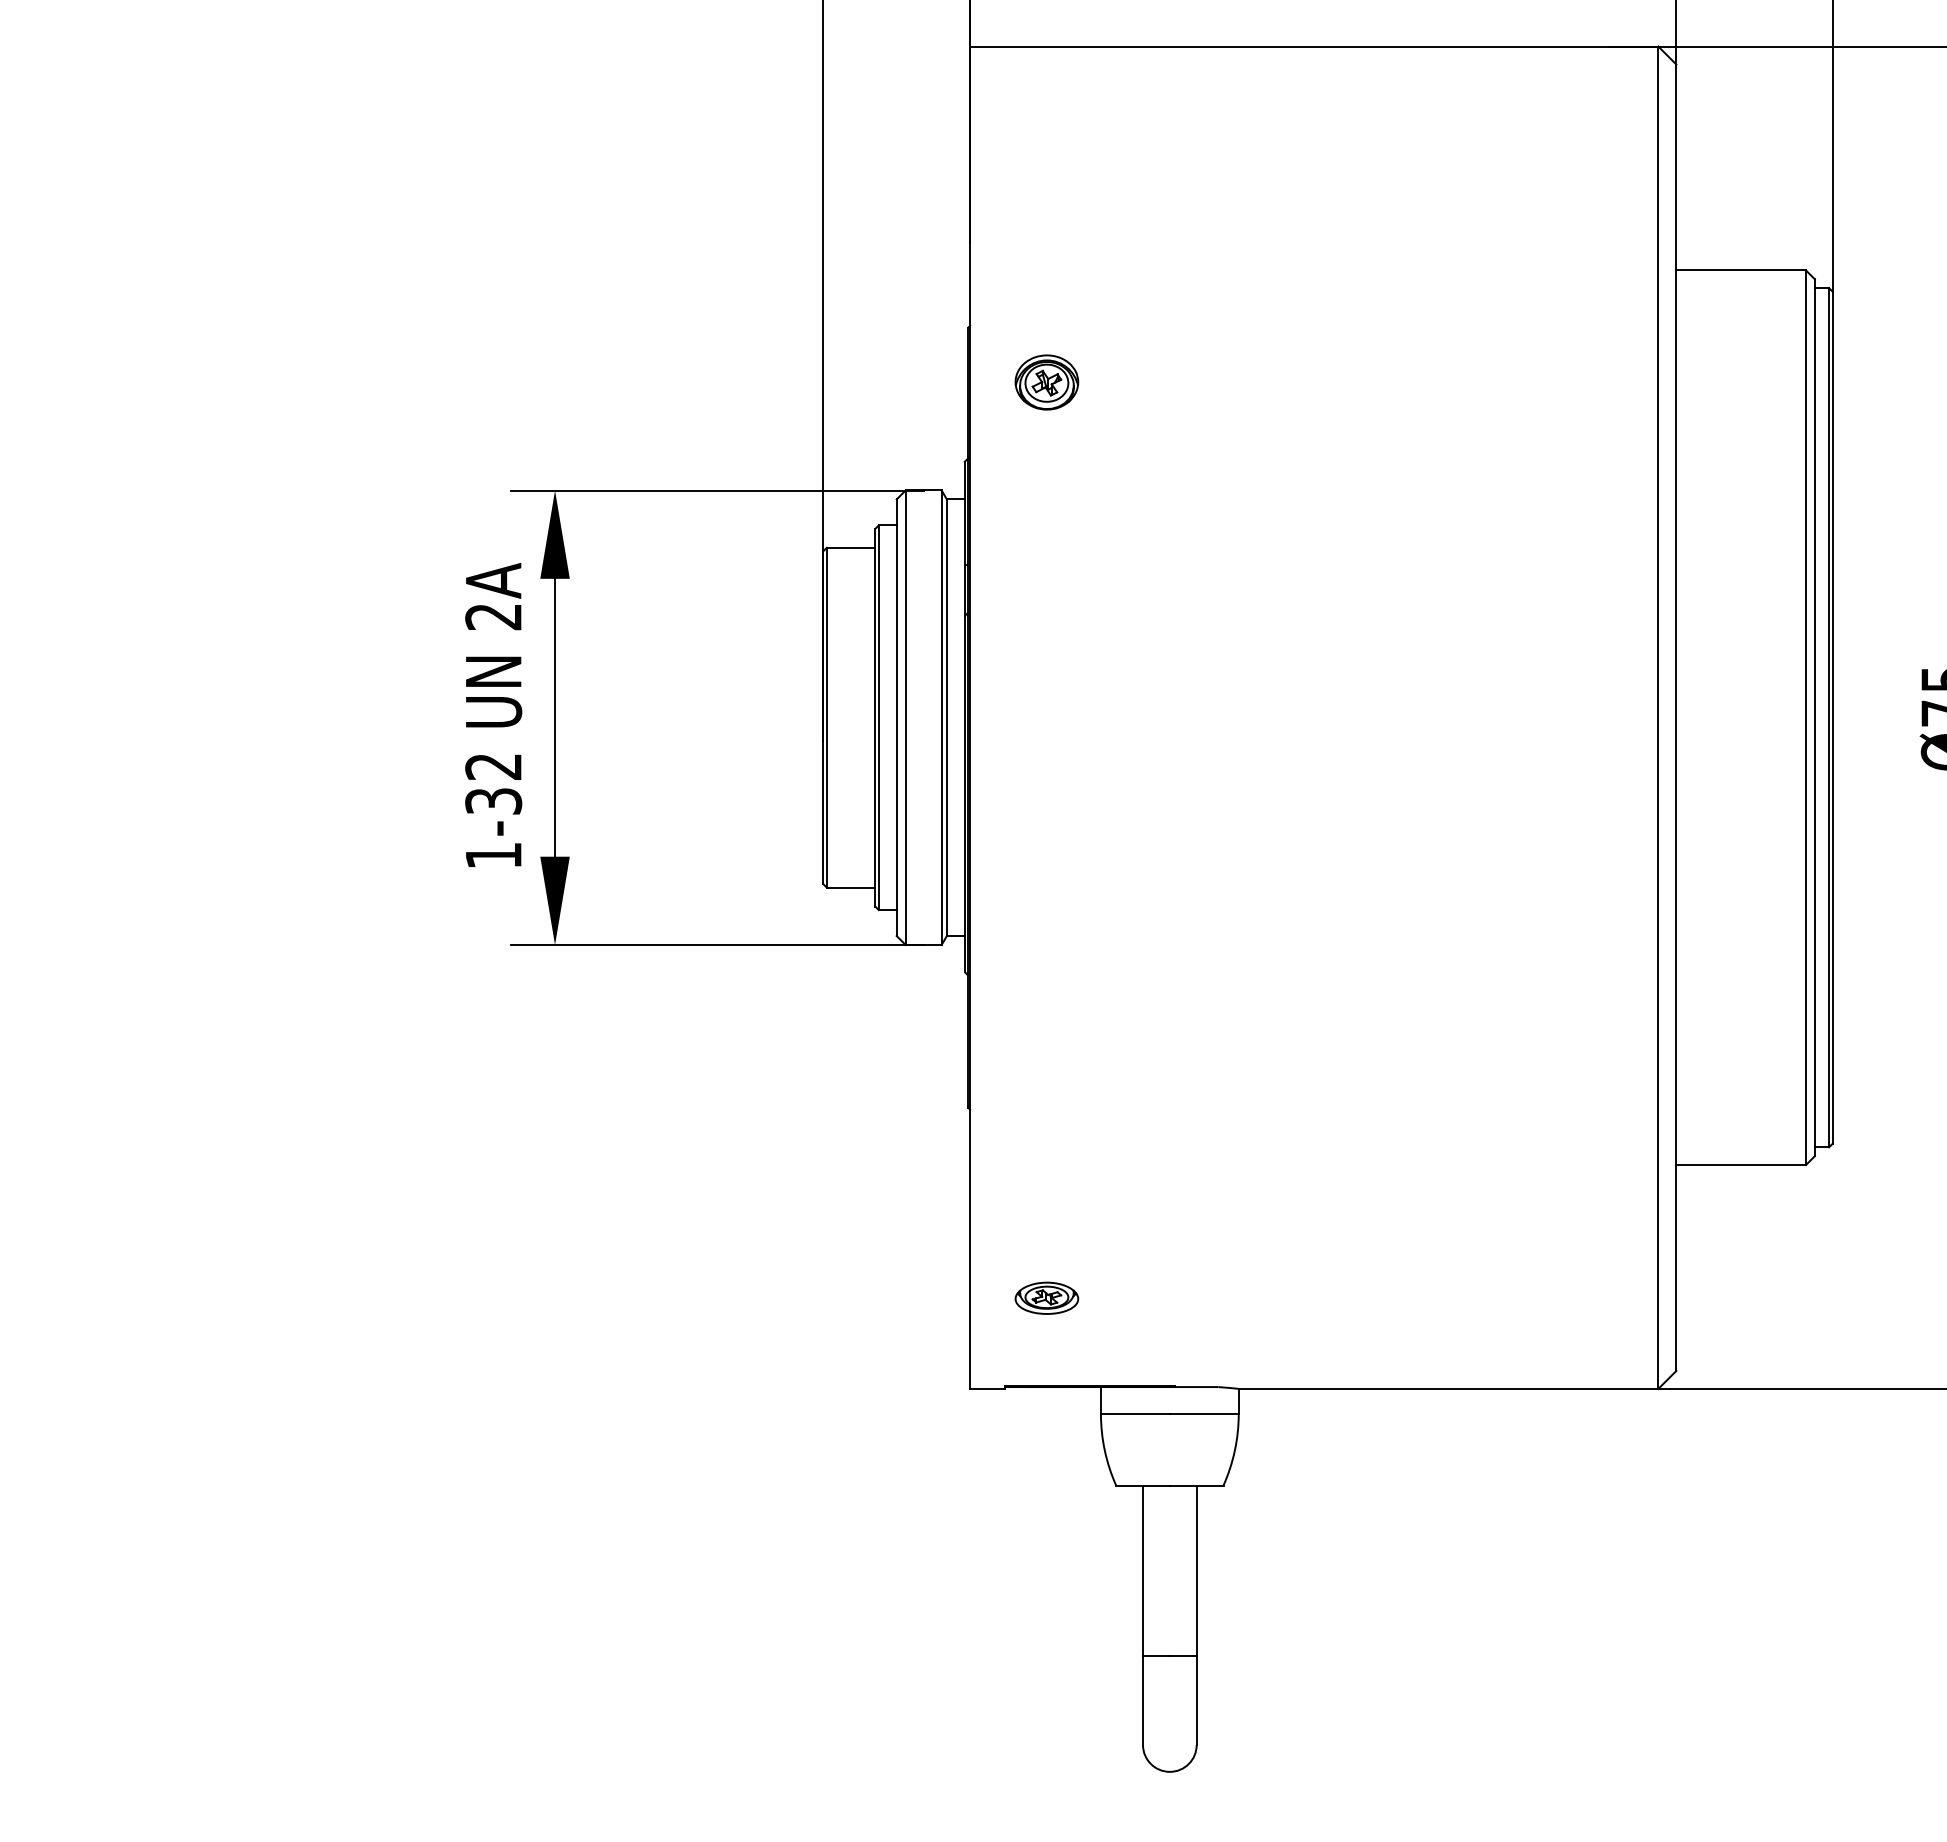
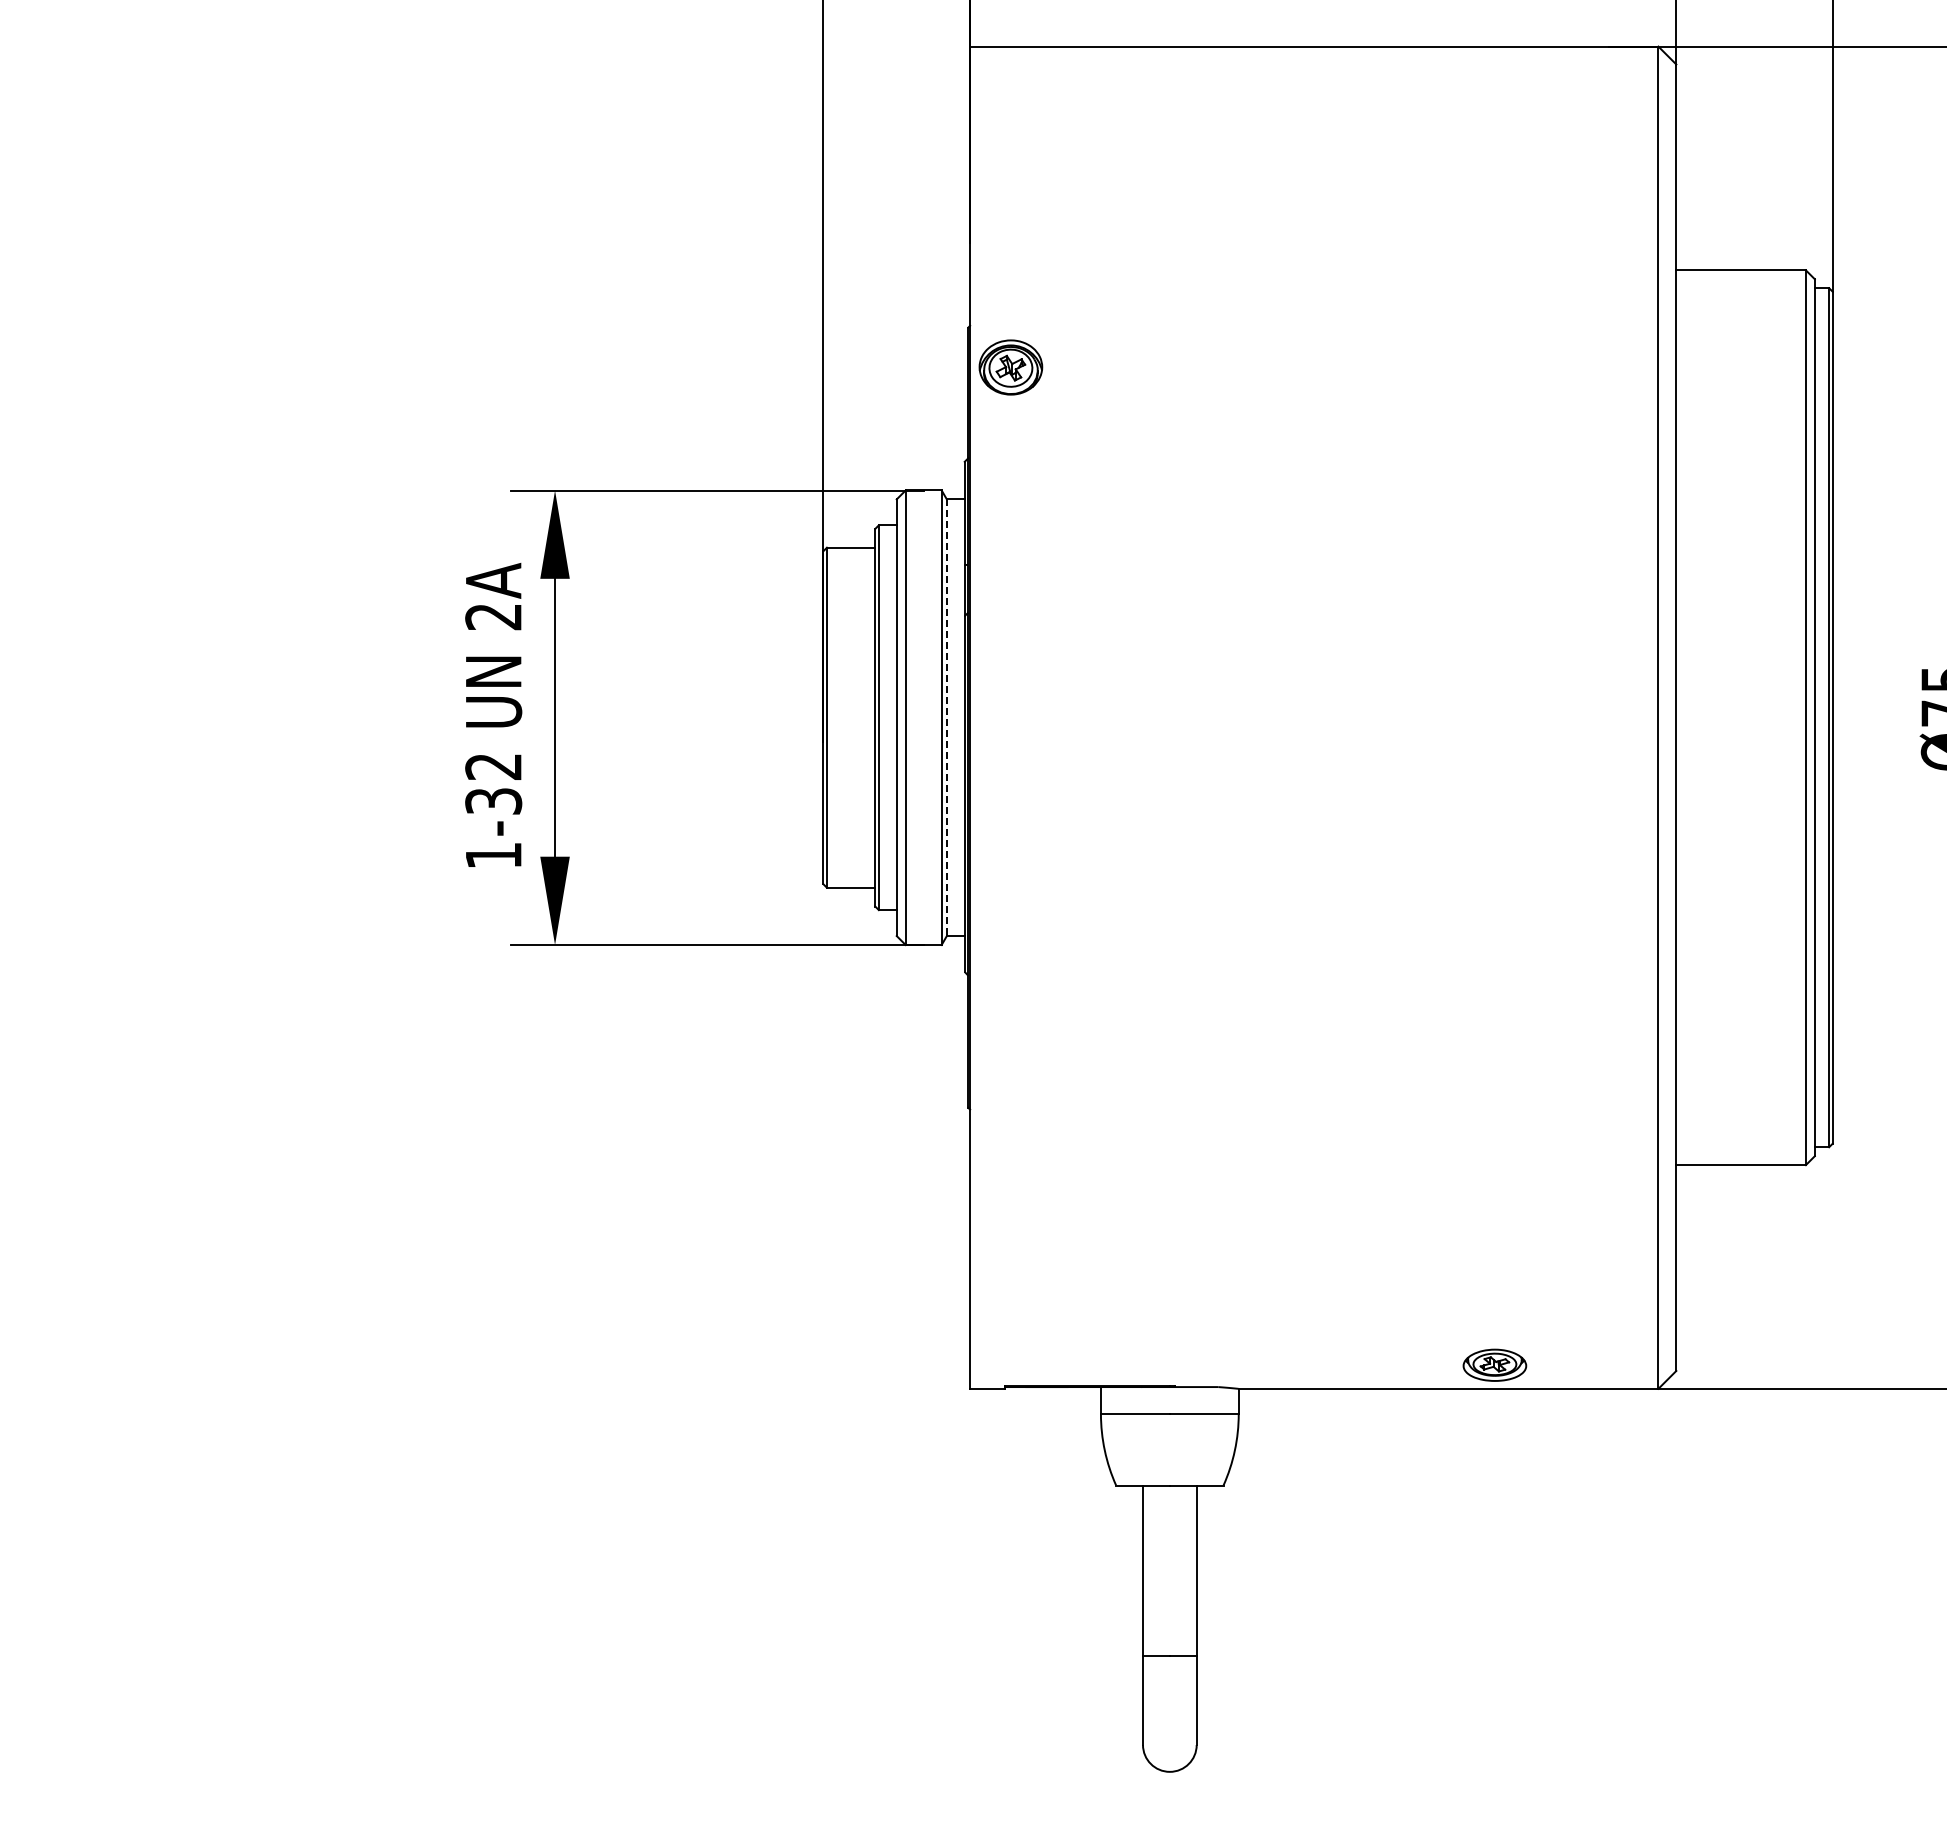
part at (1046, 382) position: (1046, 382) -> (1010, 367)
line at (946, 718): solid -> dashed
part at (1046, 1297) position: (1046, 1297) -> (1494, 1364)
